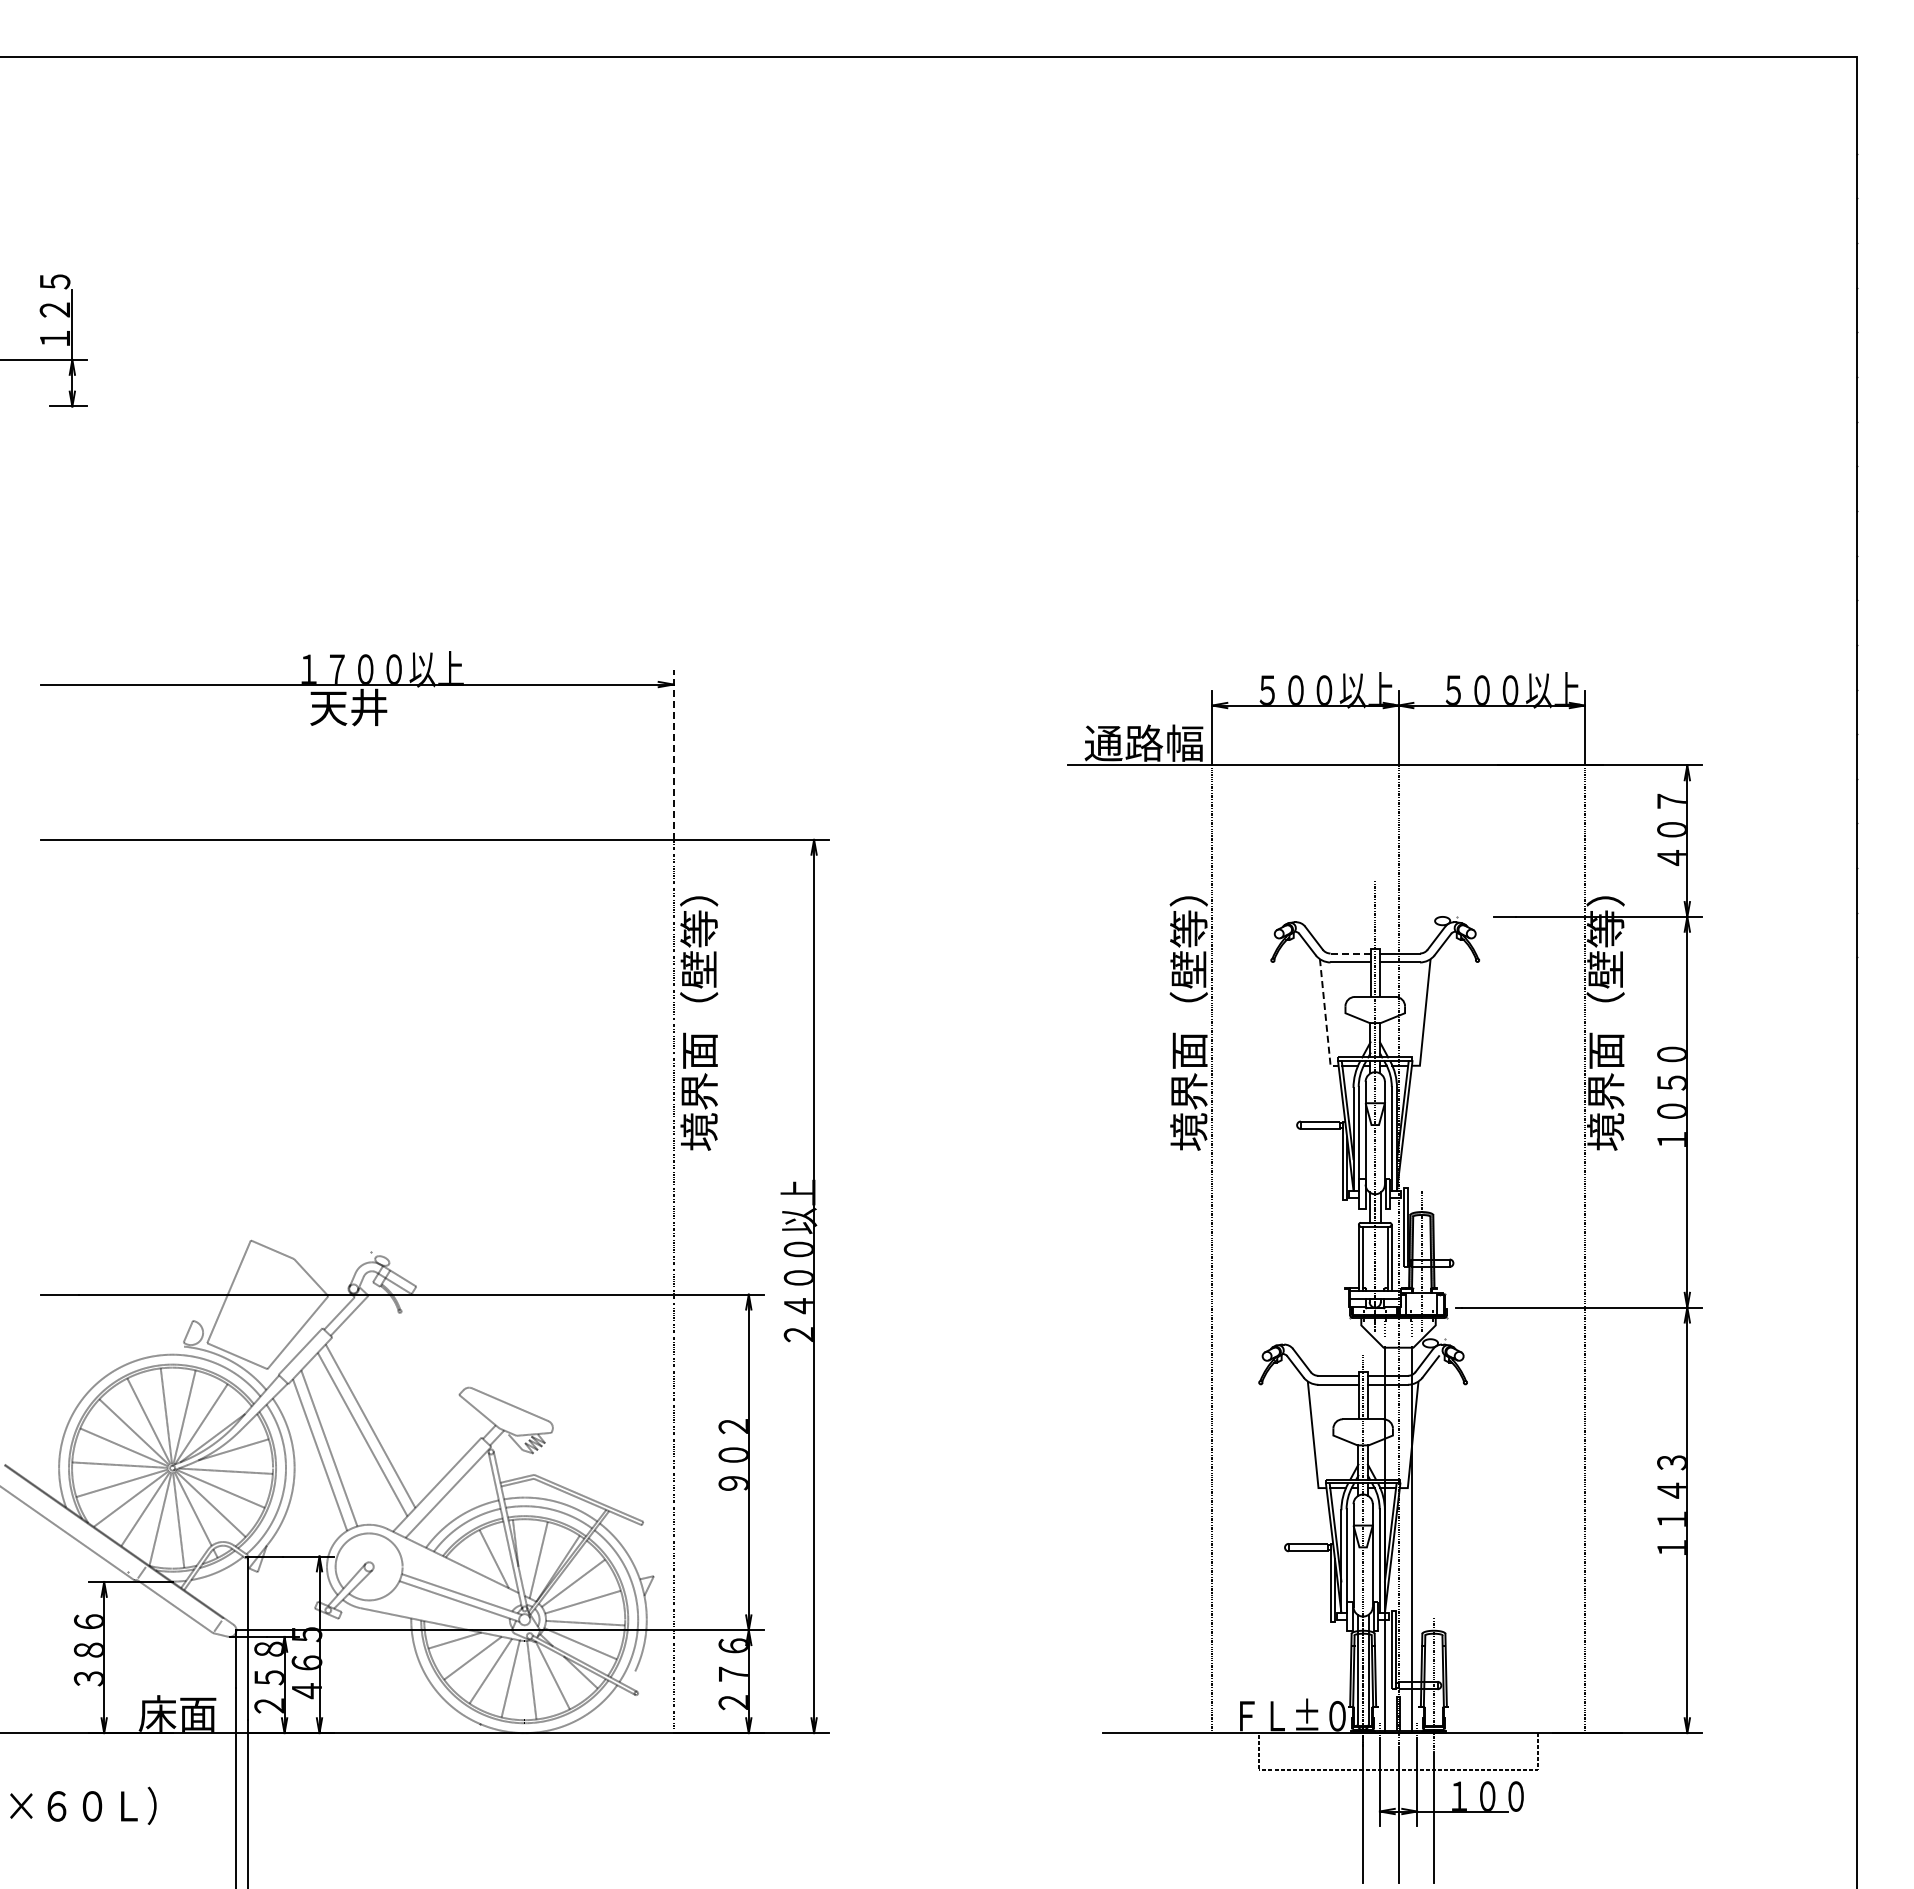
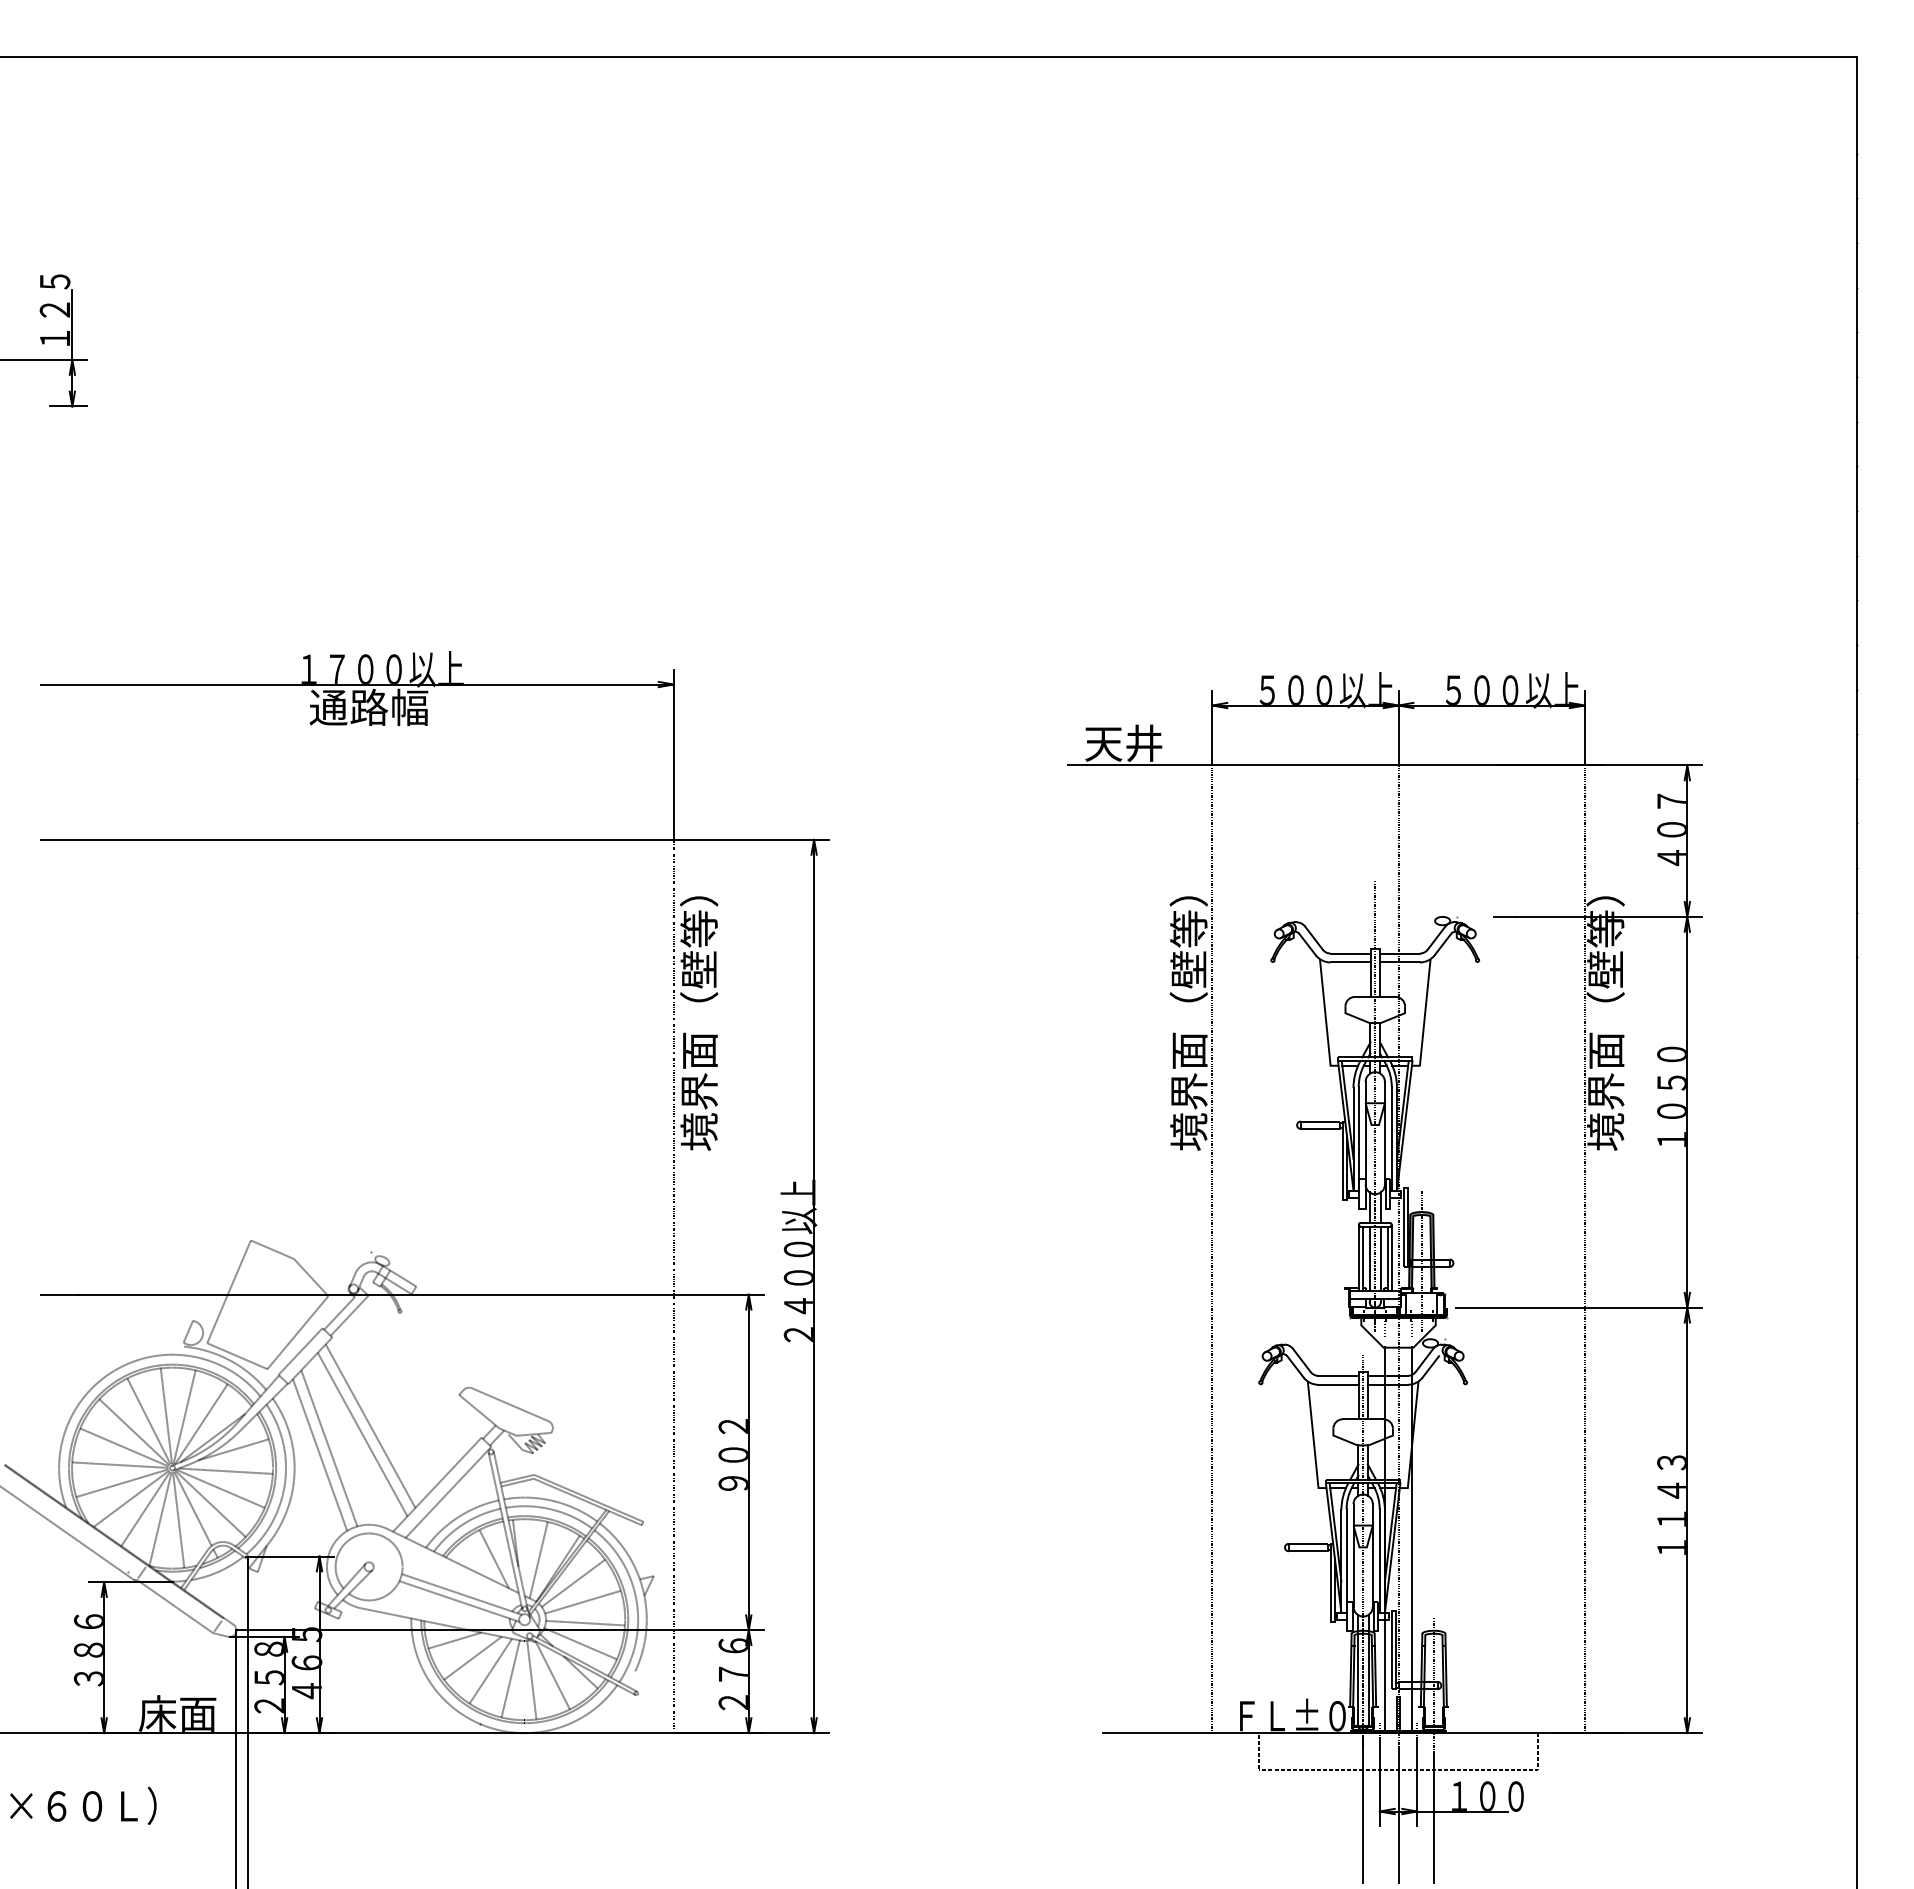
text at (368, 707): 天井 -> 通路幅
text at (1143, 742): 通路幅 -> 天井
line at (673, 754): dashed -> solid
line at (1350, 953): dashed -> solid
line at (1325, 1017): dashed -> solid
line at (1369, 1258): none -> present
line at (1380, 1258): none -> present
